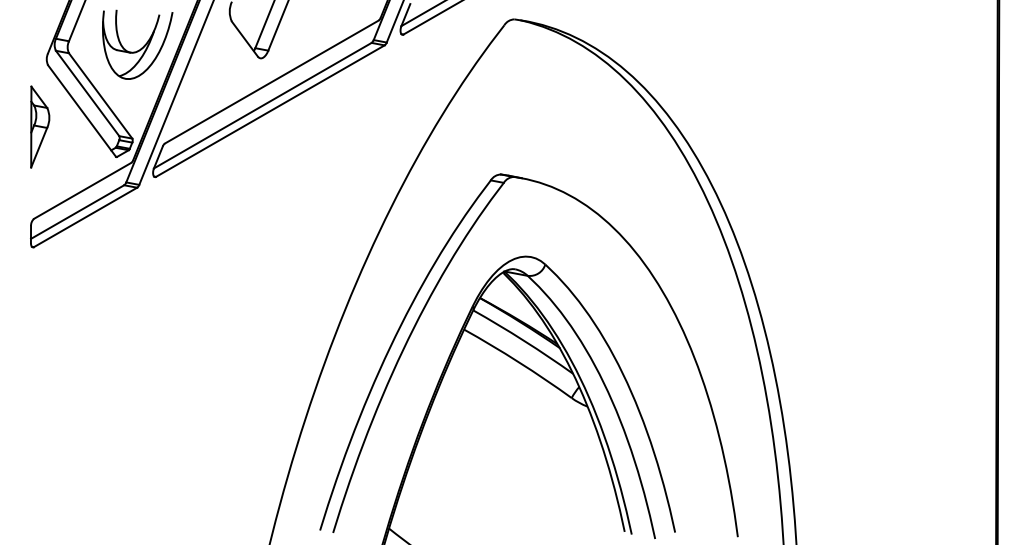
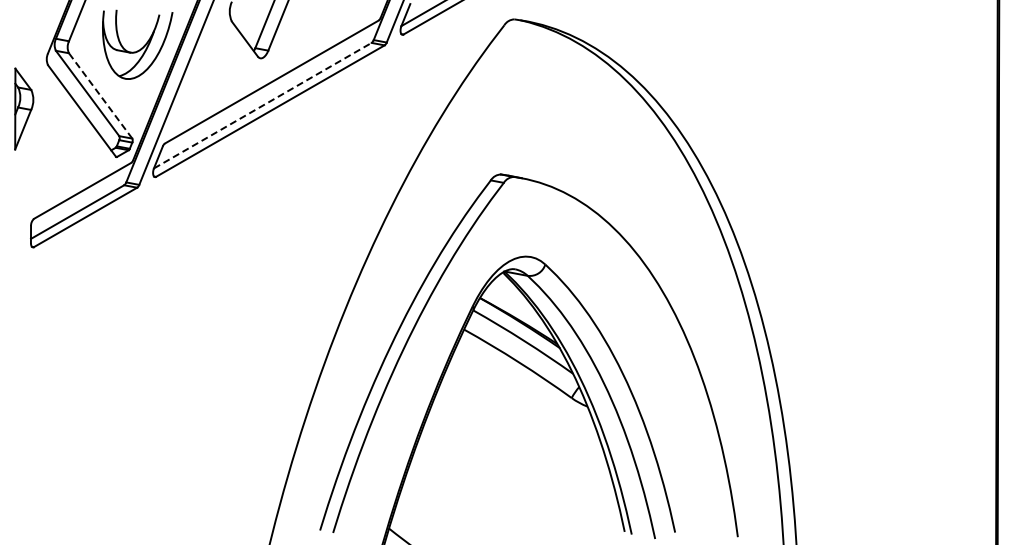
line at (100, 95): solid -> dashed
line at (262, 105): solid -> dashed
part at (40, 126) position: (40, 126) -> (24, 108)
